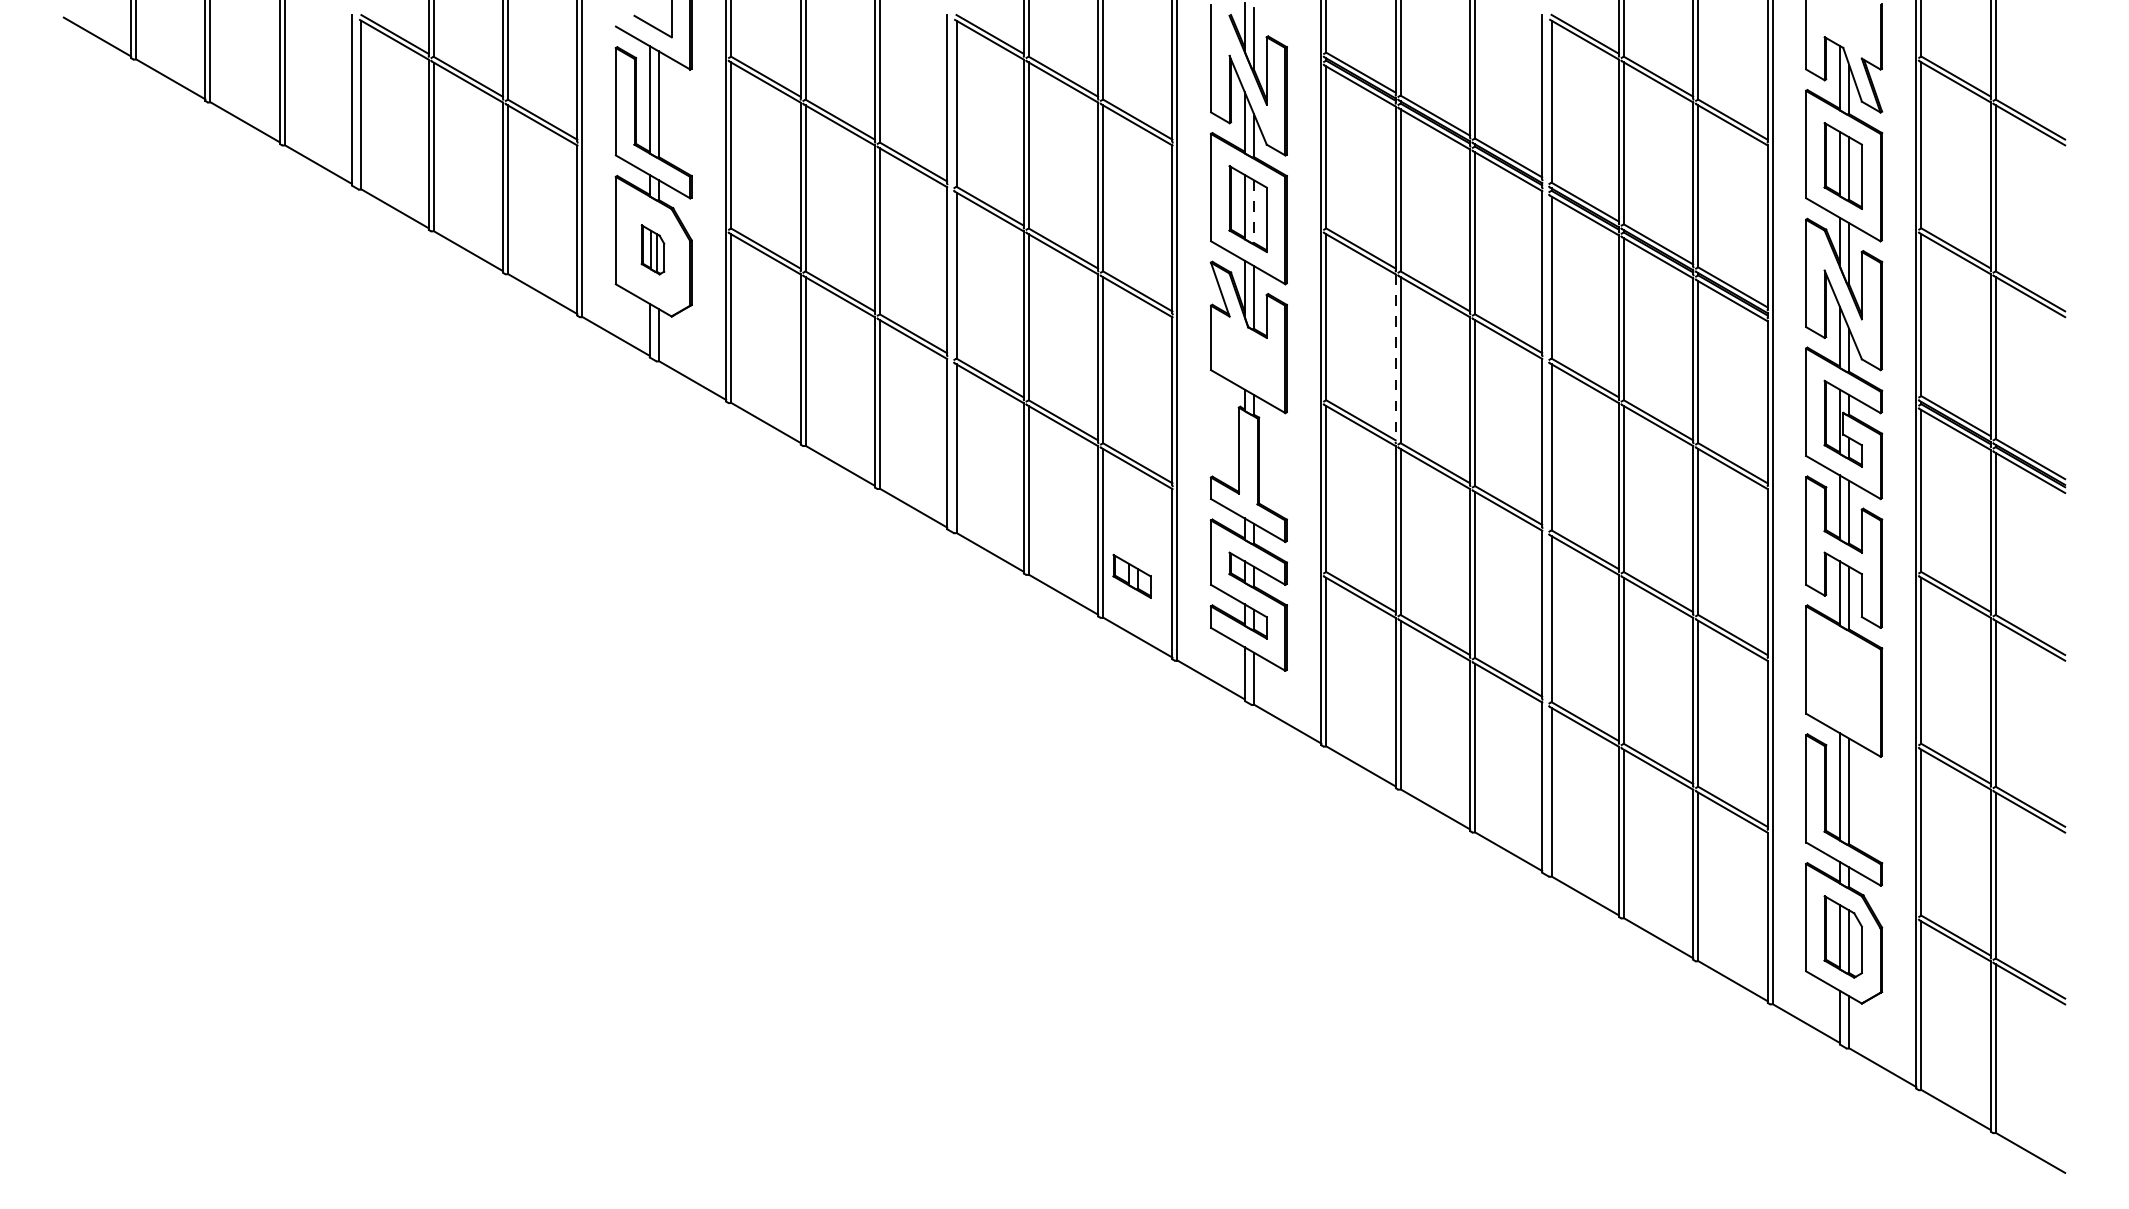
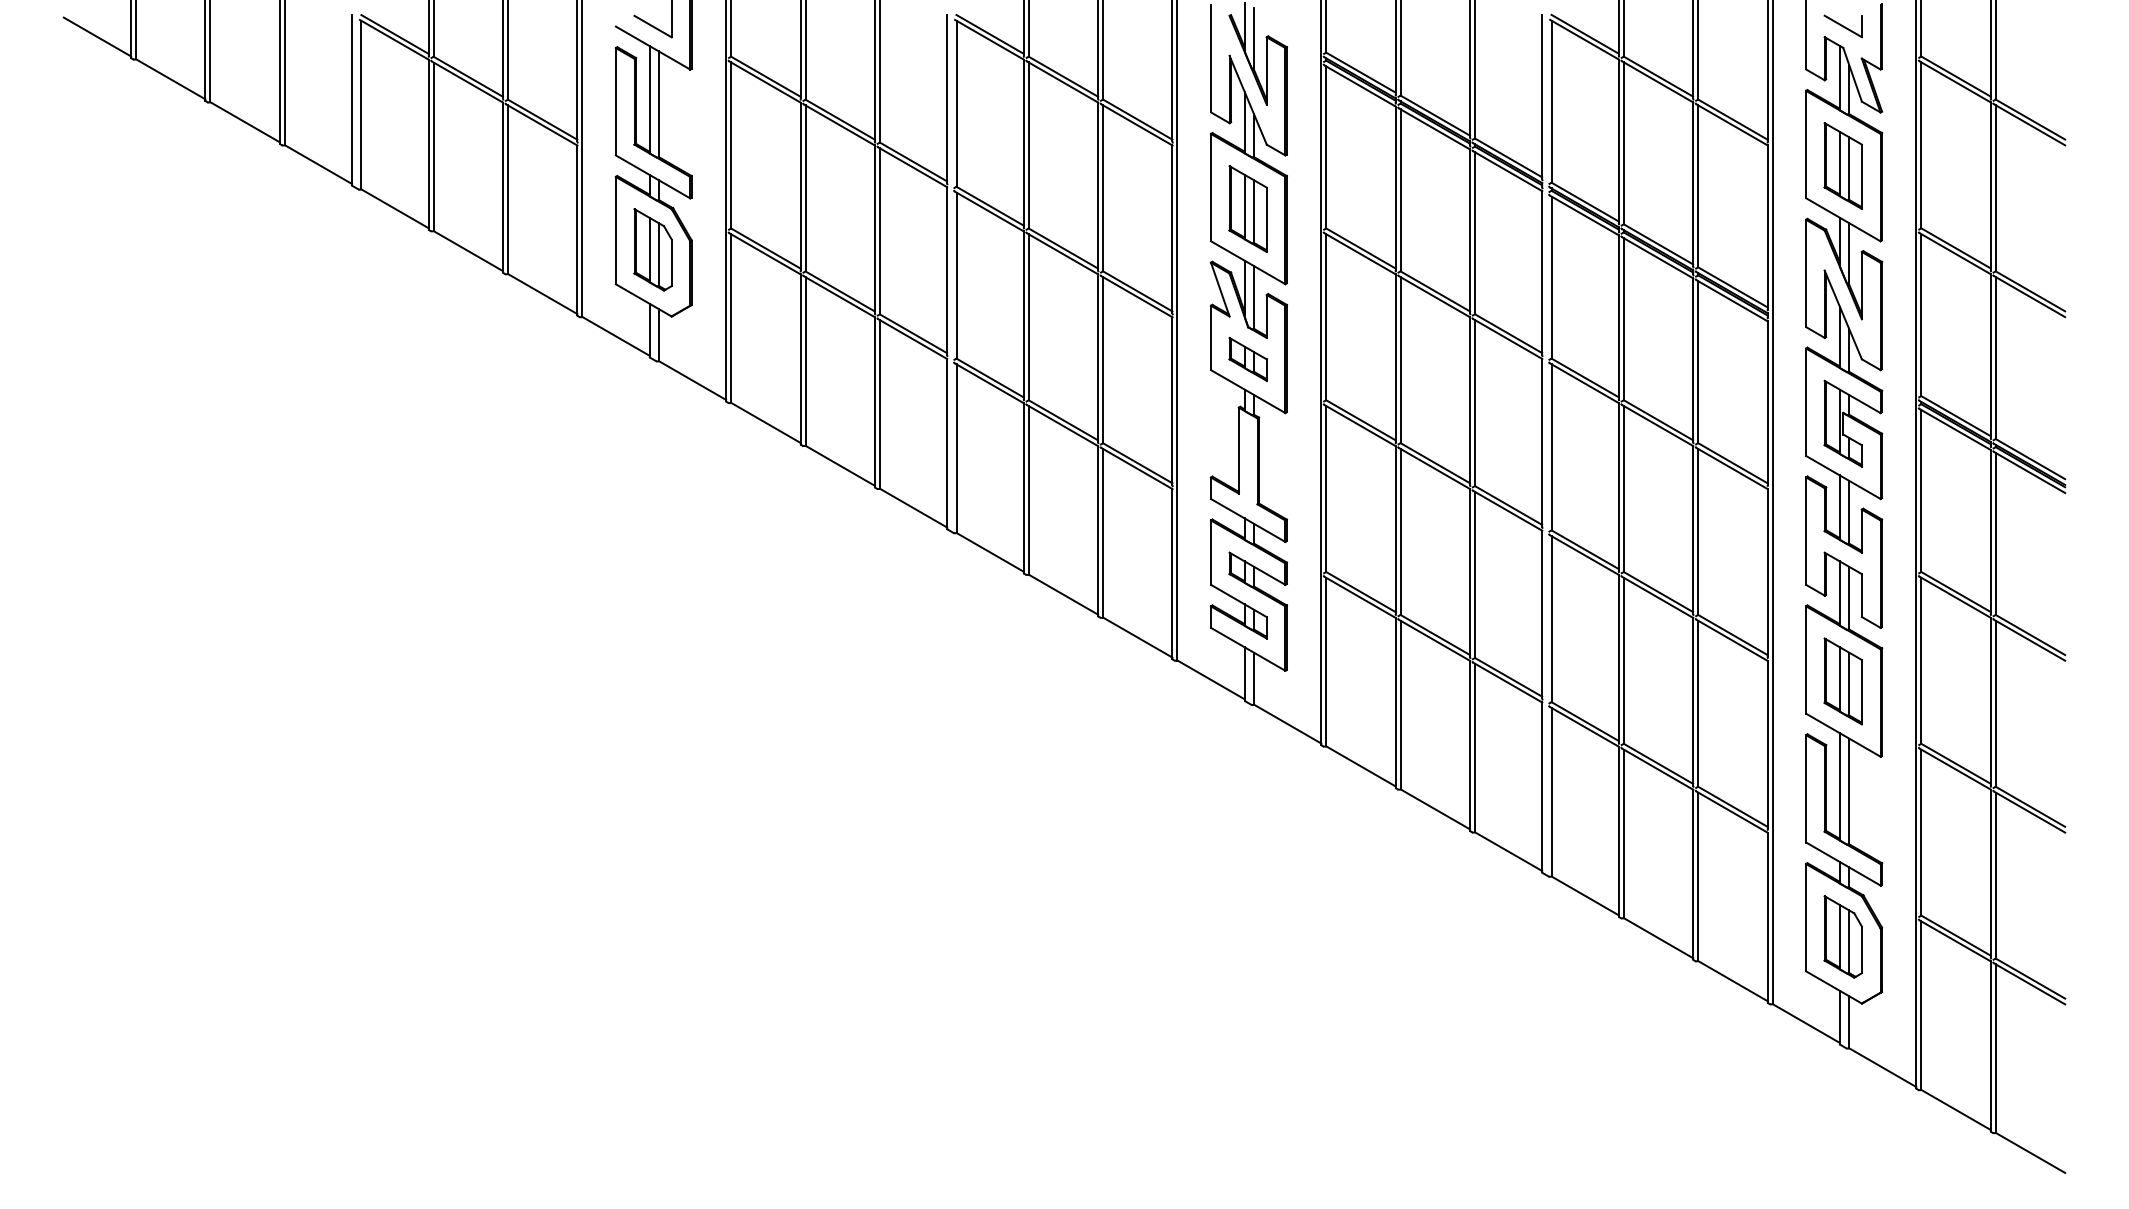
part at (1842, 26): none -> present
line at (1254, 212): dashed -> solid
part at (652, 249) size: 26x52 px -> 40x84 px
line at (1395, 358): dashed -> solid
part at (1131, 575) position: (1131, 575) -> (1247, 358)
part at (1842, 681): none -> present
